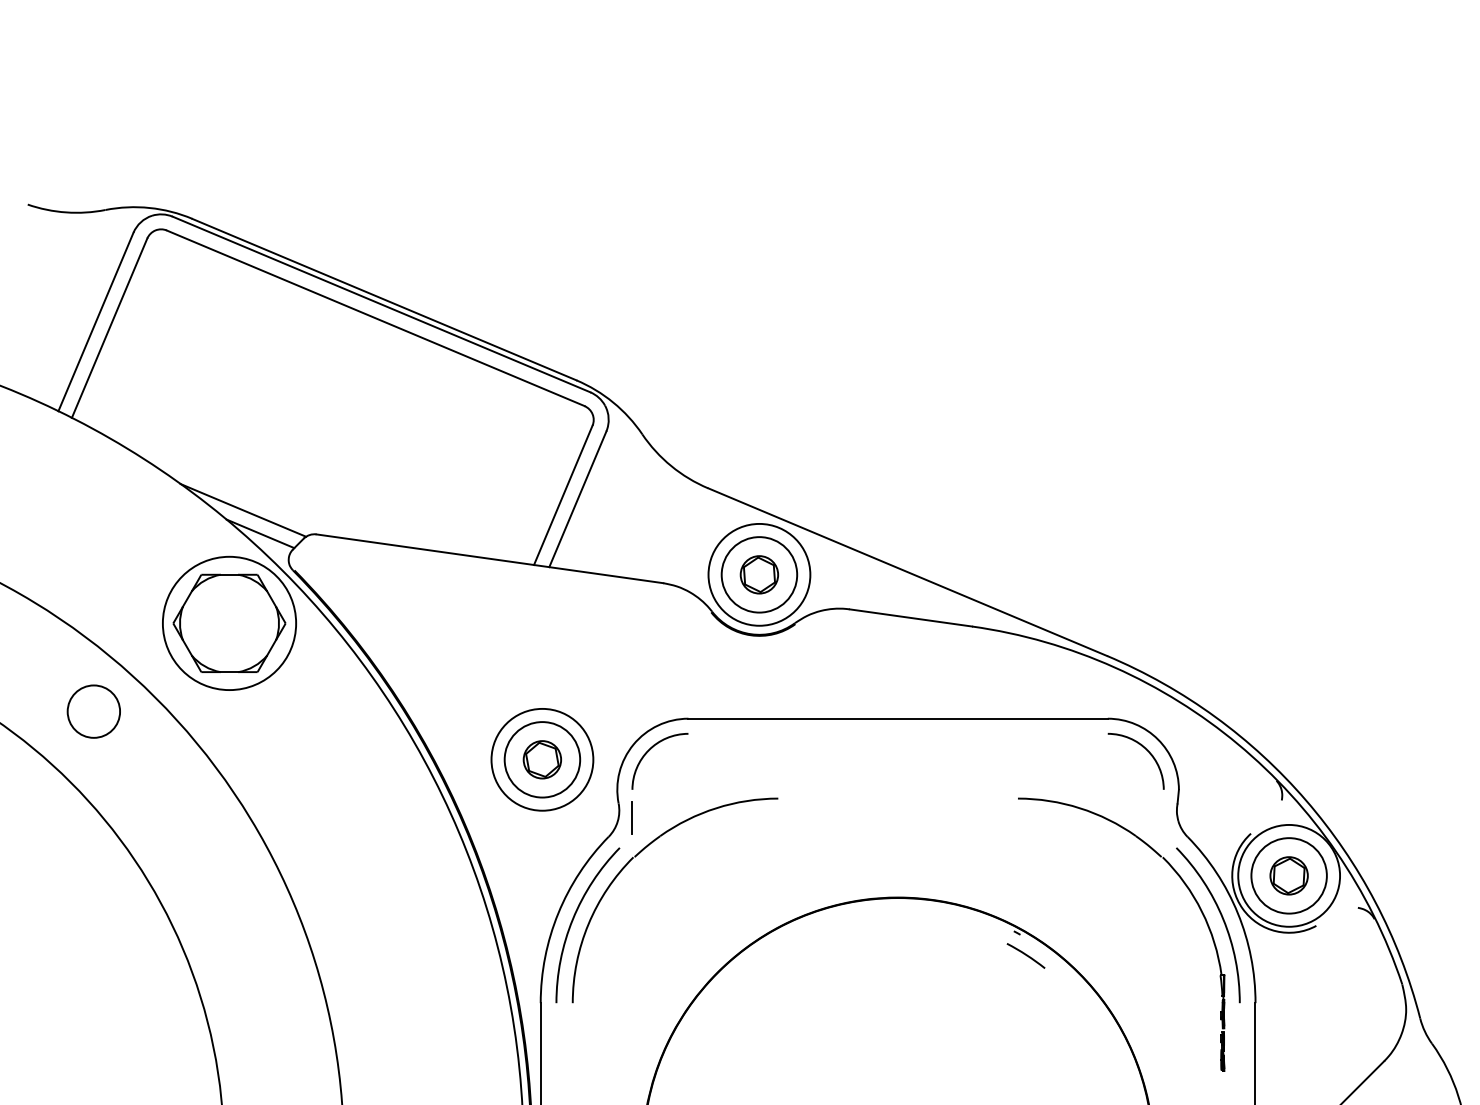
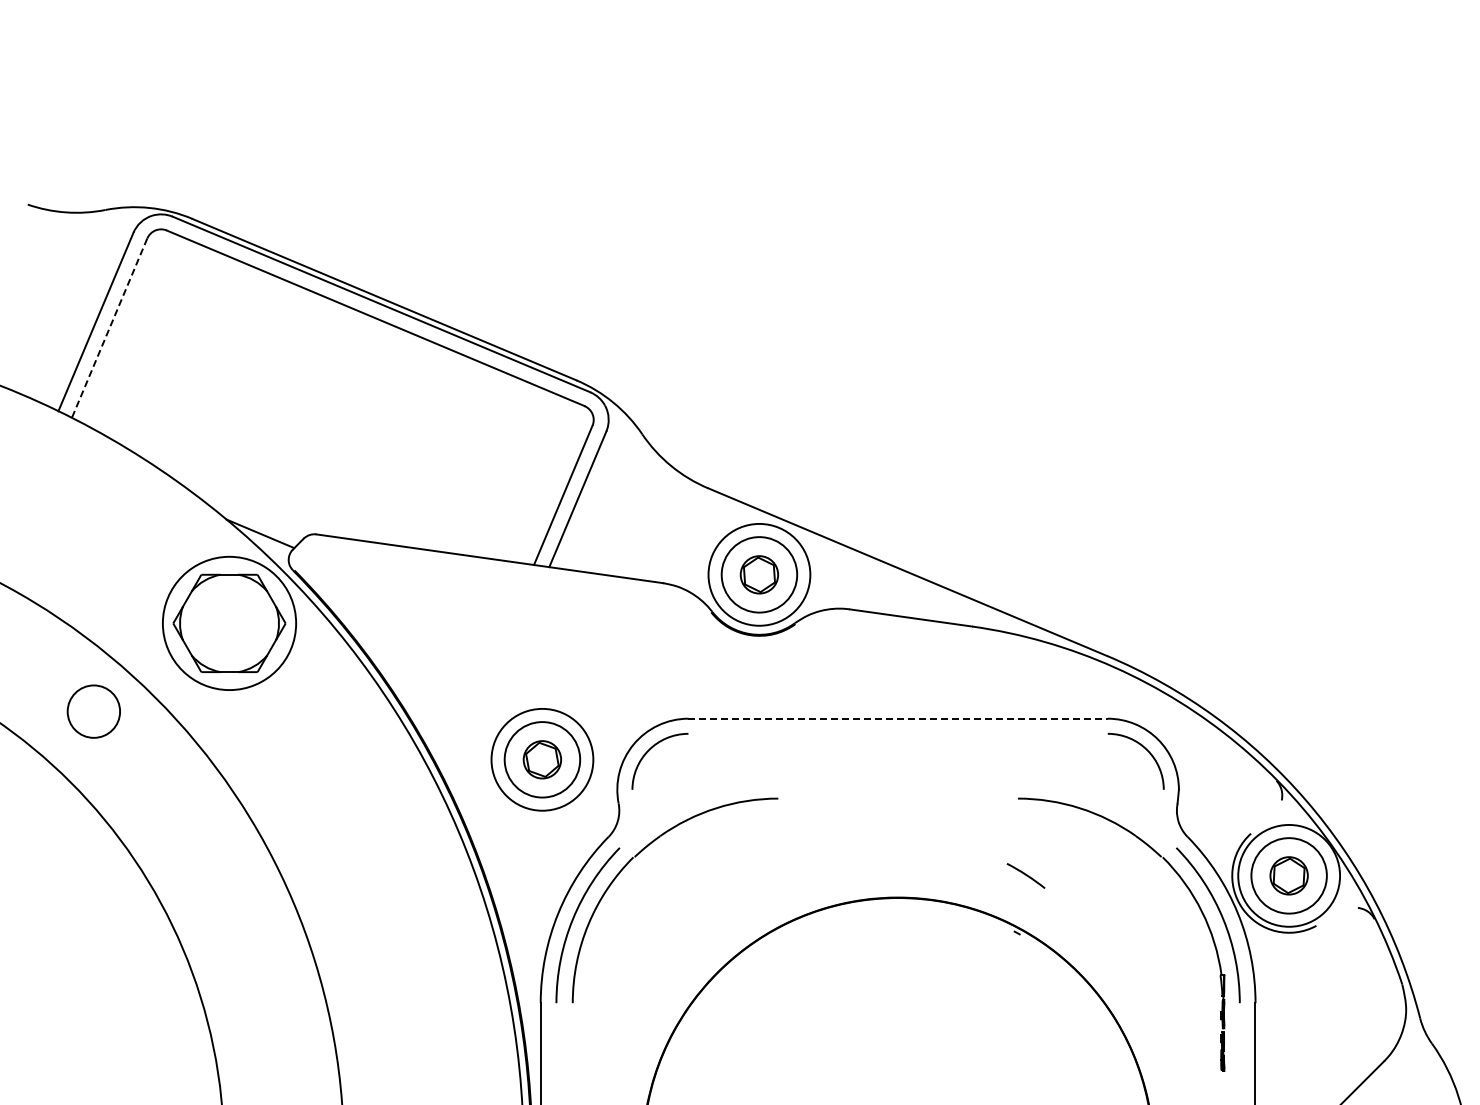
line at (109, 328): solid -> dashed
line at (243, 510): present -> none
line at (898, 718): solid -> dashed
line at (632, 817): present -> none
line at (1025, 955) position: (1025, 955) -> (1025, 875)
